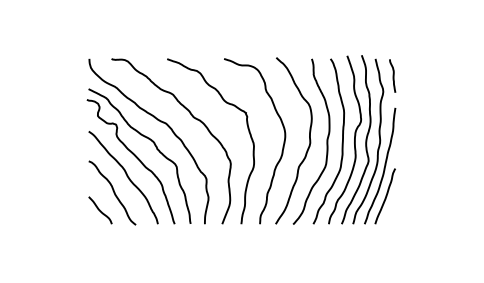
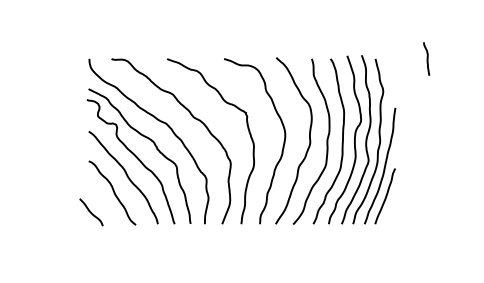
curve at (392, 75) position: (392, 75) -> (426, 58)
curve at (100, 210) position: (100, 210) -> (91, 212)
